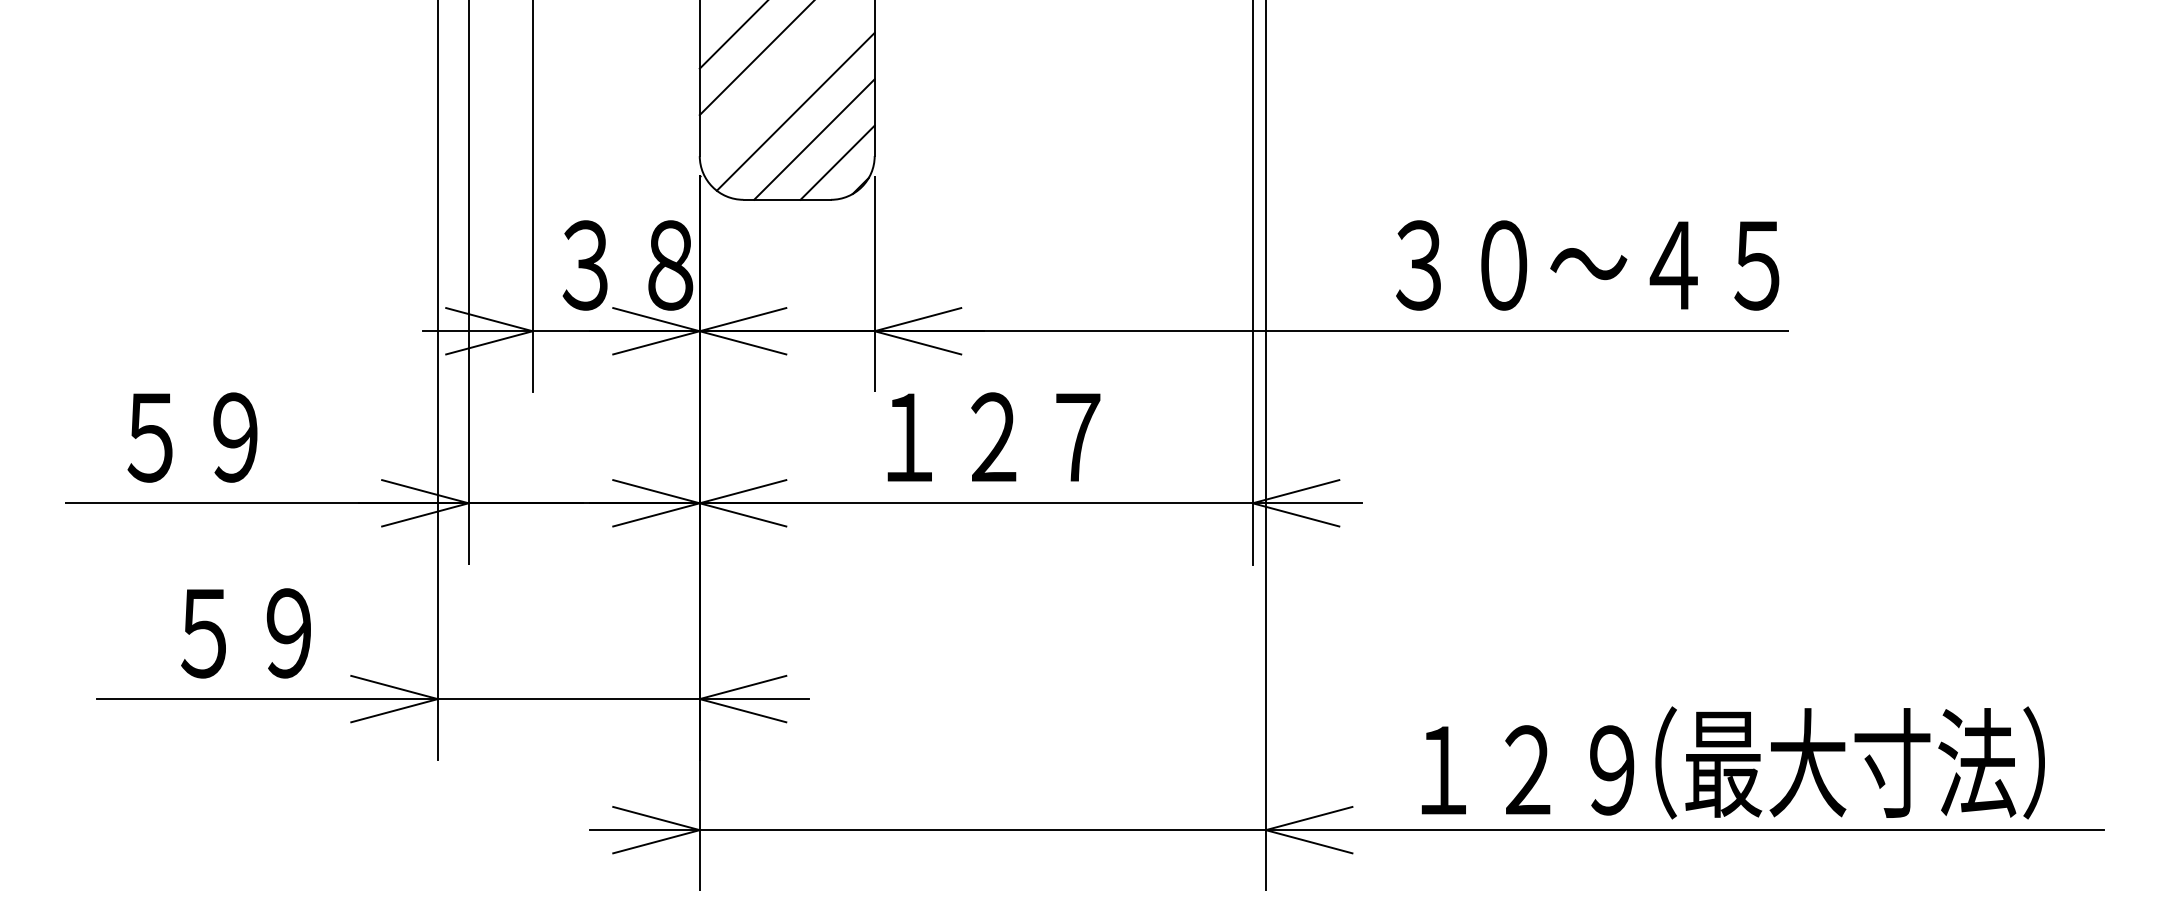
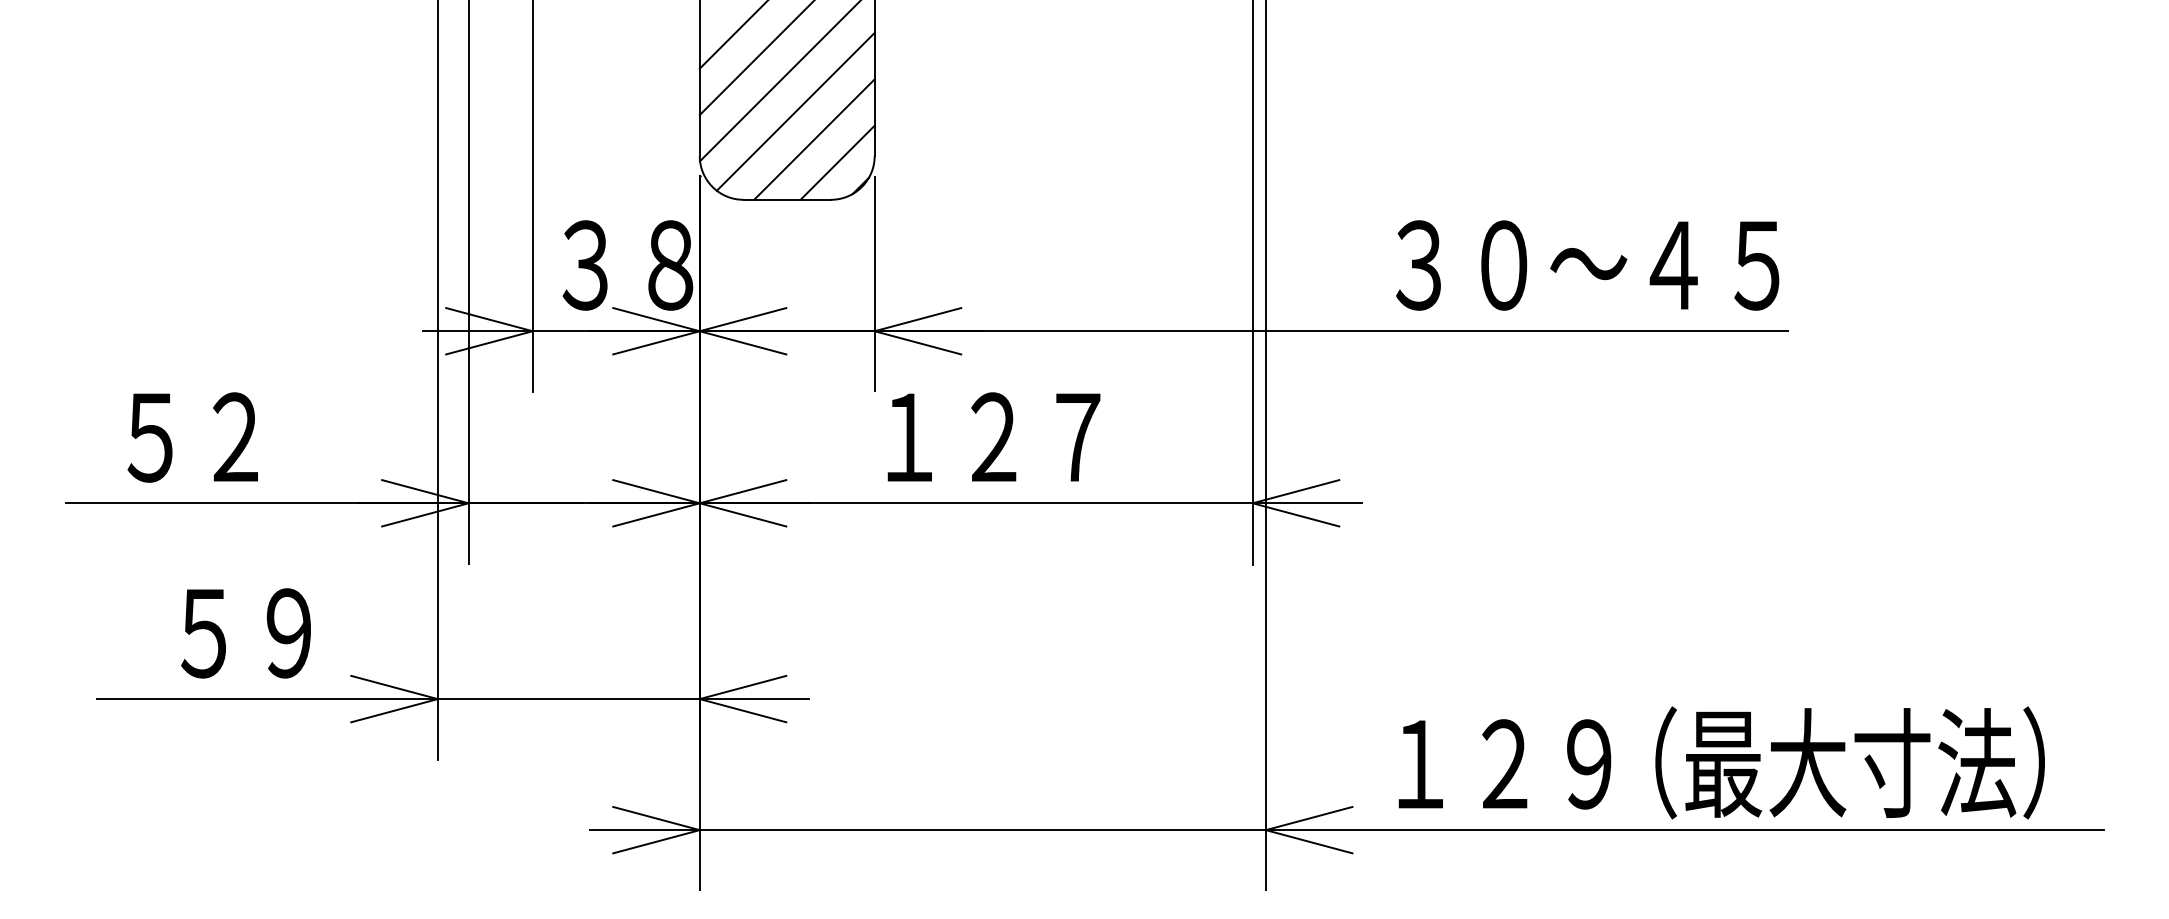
line at (779, 81): none -> present
text at (235, 437): ５９ -> ５２
text at (1527, 770) position: (1527, 770) -> (1504, 764)
